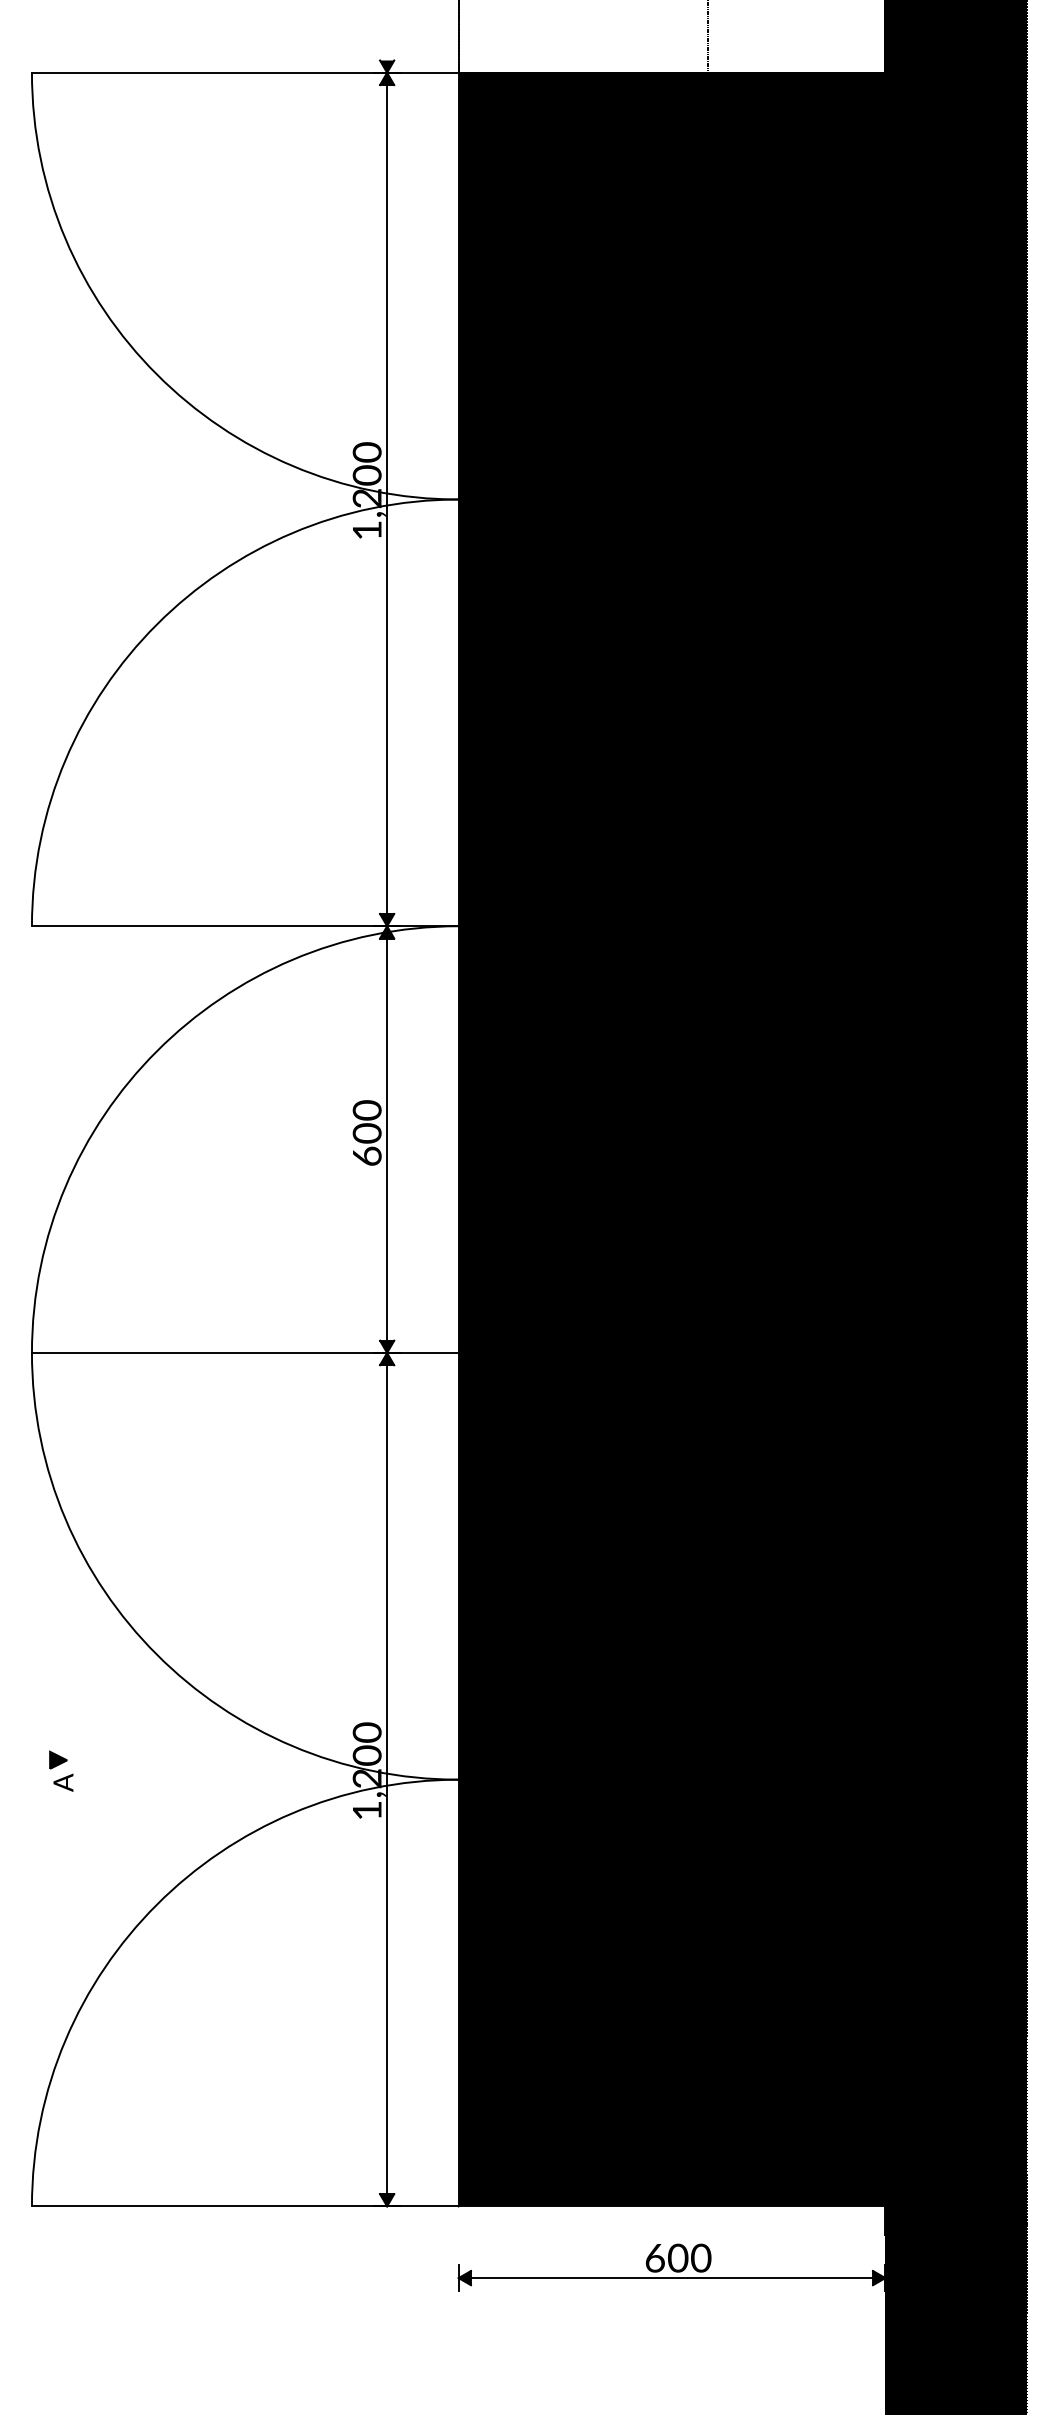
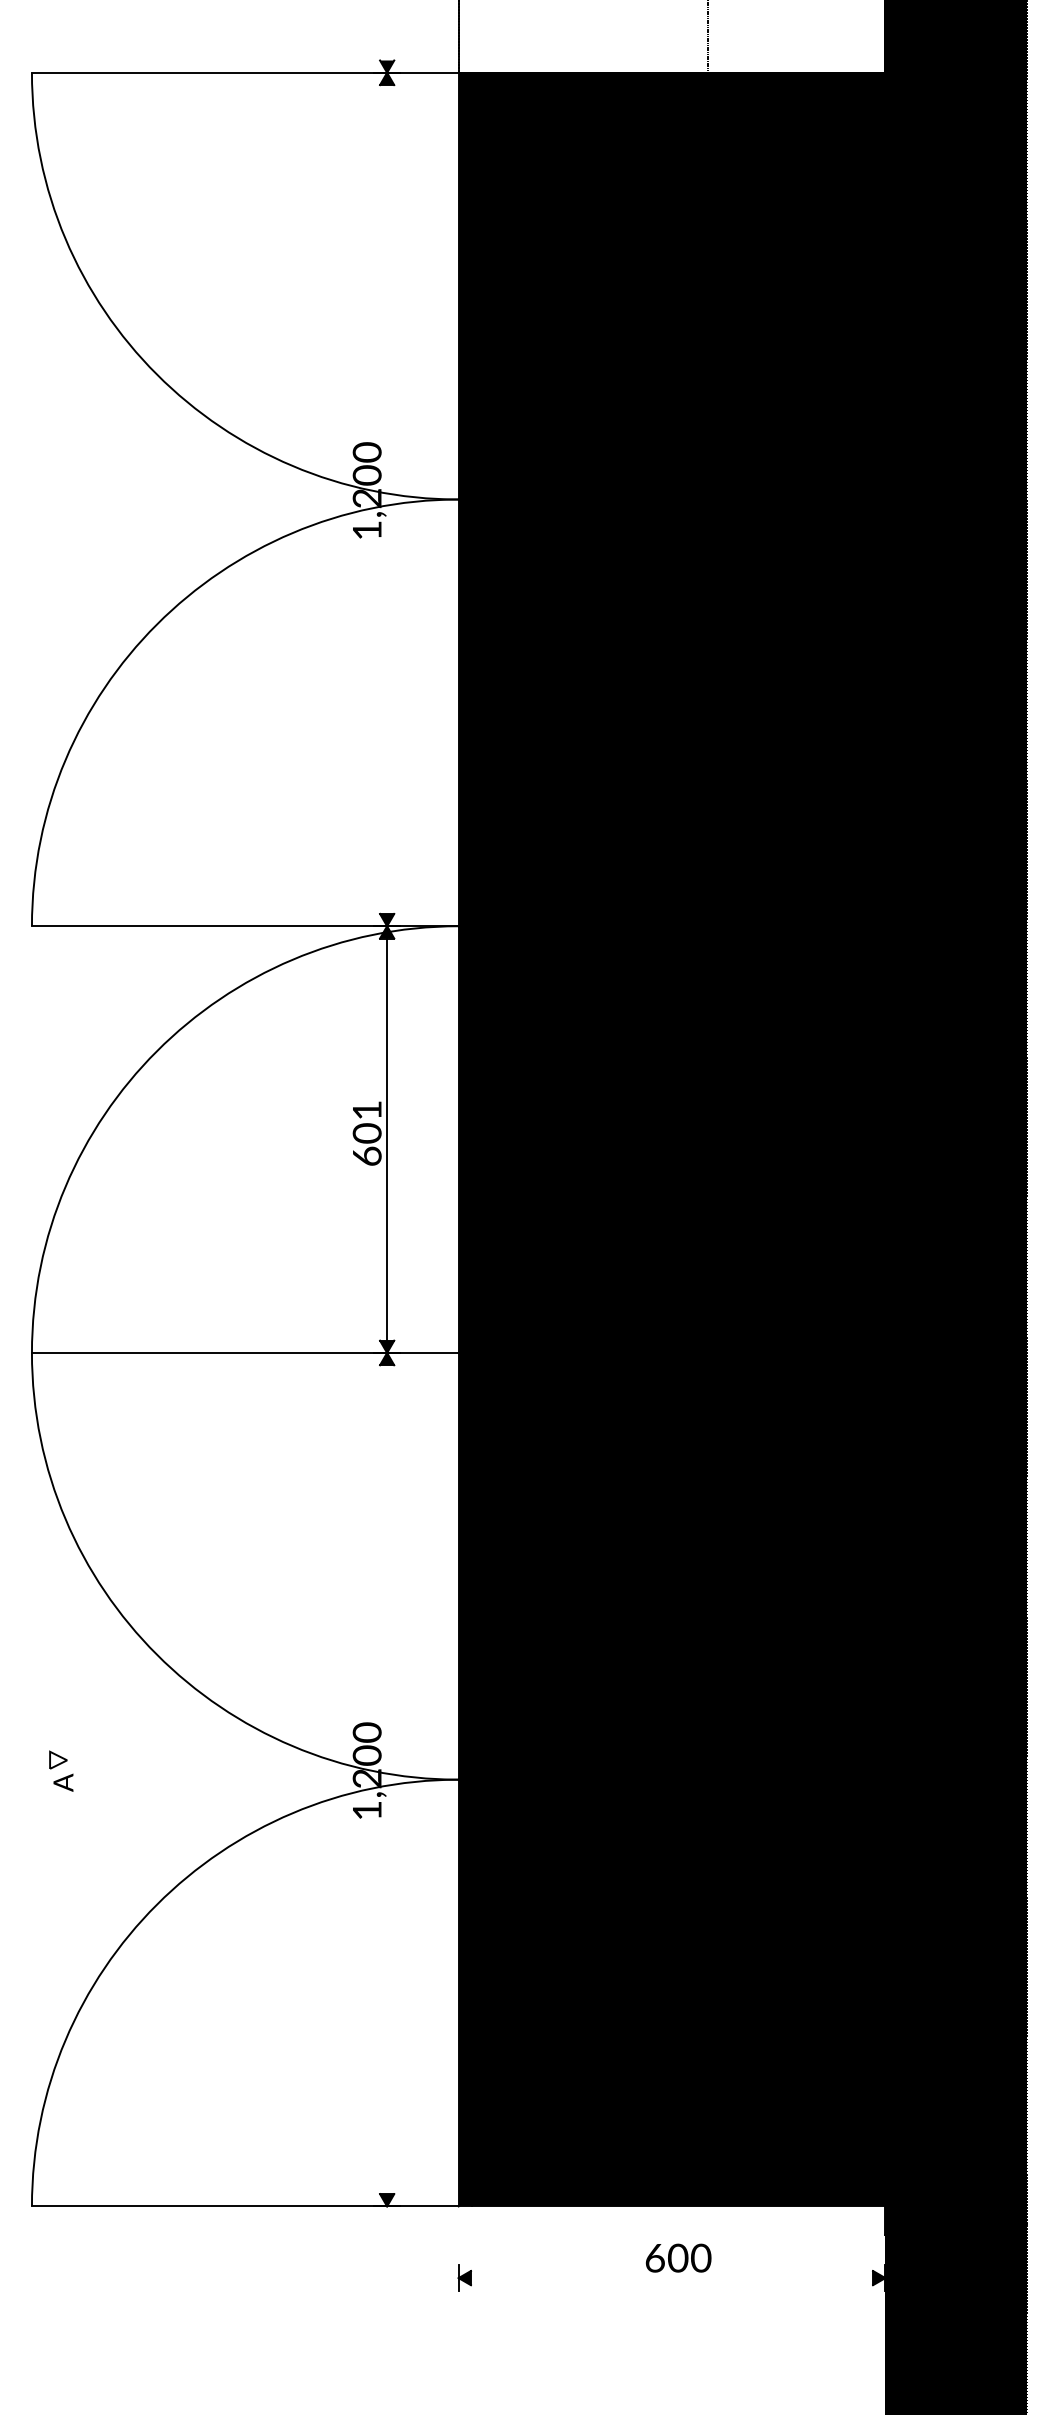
line at (387, 499): present -> none
text at (366, 1110): 600 -> 601
fill at (58, 1759): present -> none
line at (387, 1779): present -> none
line at (672, 2278): present -> none
